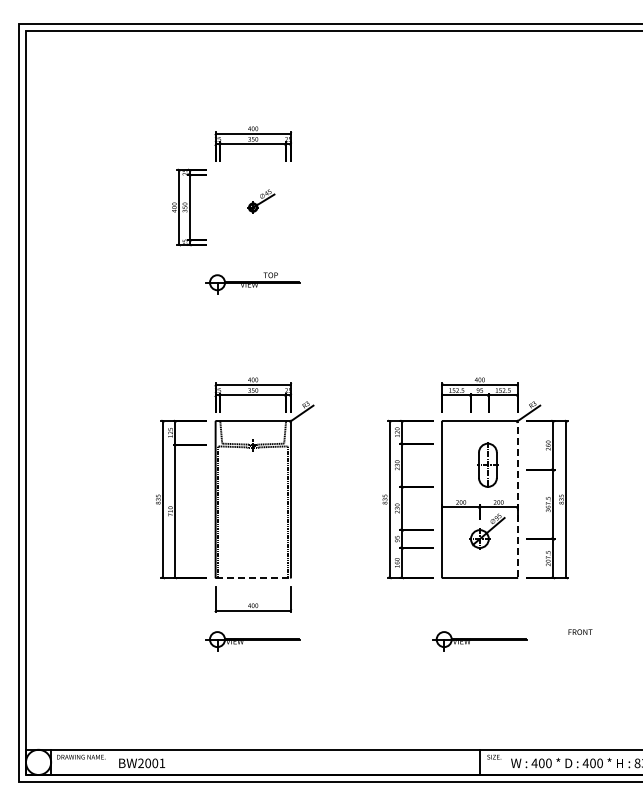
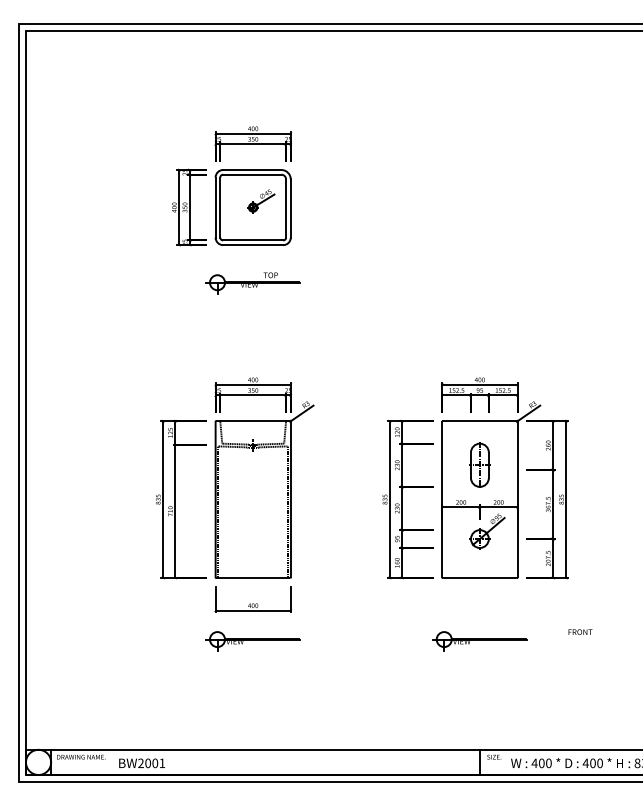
part at (252, 207): none -> present
part at (487, 464) position: (487, 464) -> (479, 464)
line at (517, 499): dashed -> solid
line at (253, 578): dashed -> solid
